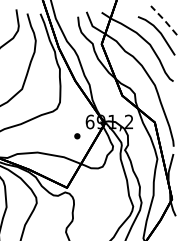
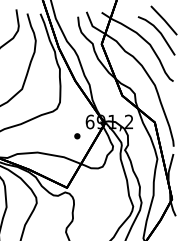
line at (164, 20): dashed -> solid
